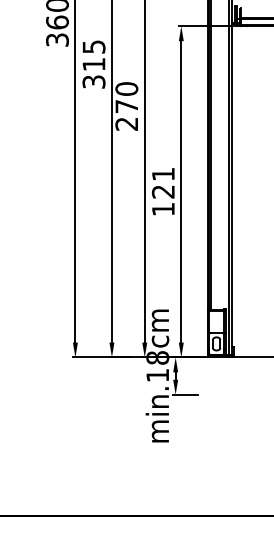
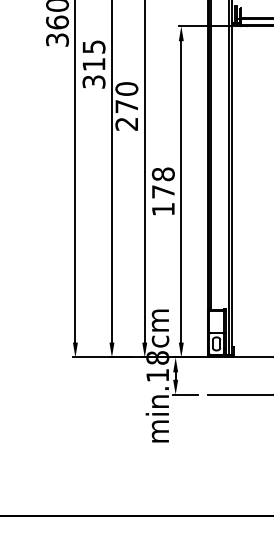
text at (162, 182): 121 -> 178
line at (238, 394): none -> present
